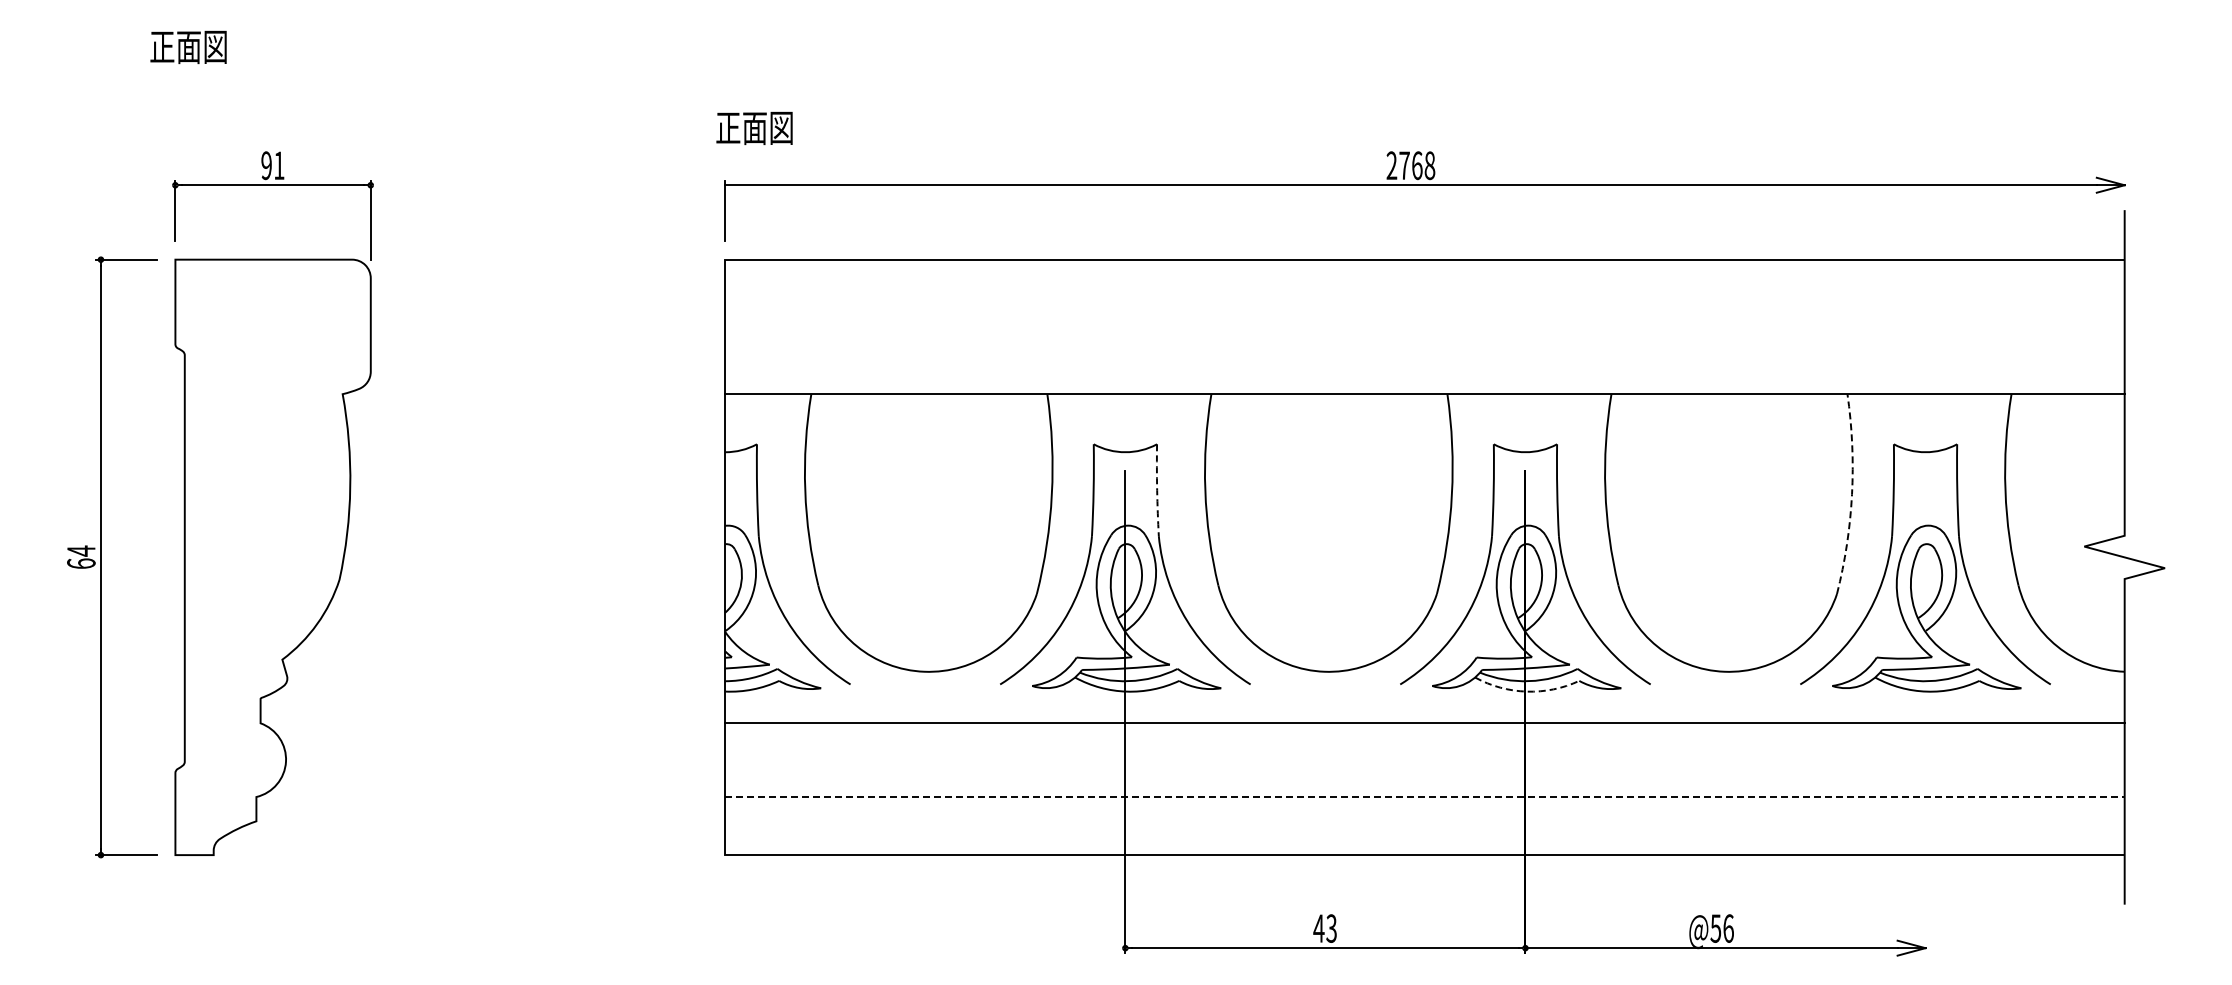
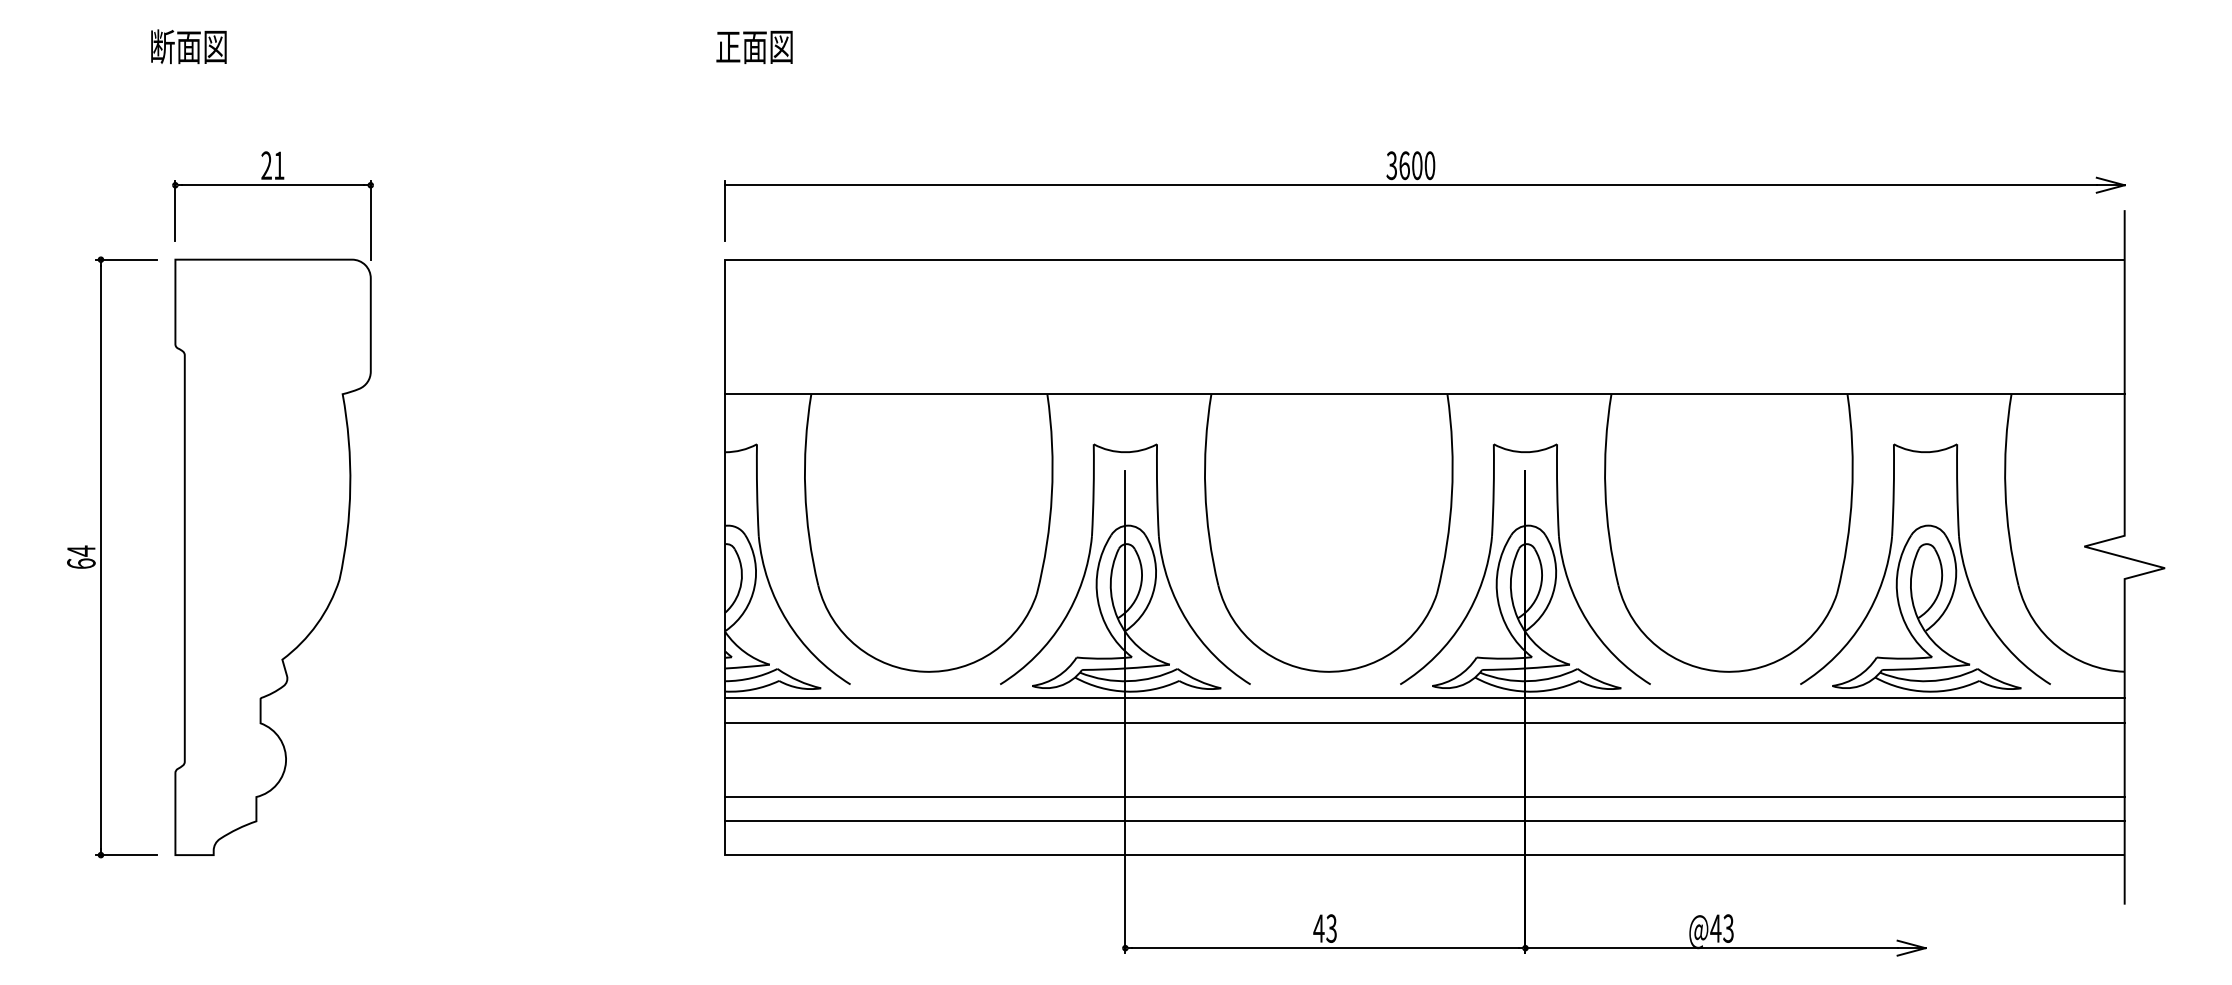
text at (162, 46): 正面図 -> 断面図
text at (754, 128) position: (754, 128) -> (754, 47)
text at (266, 165): 91 -> 21
text at (1410, 165): 2768 -> 3600
arc at (1157, 490): dashed -> solid
arc at (1852, 494): dashed -> solid
arc at (1526, 691): dashed -> solid
line at (1424, 698): none -> present
line at (1425, 797): dashed -> solid
line at (1424, 821): none -> present
text at (1721, 928): @56 -> @43
